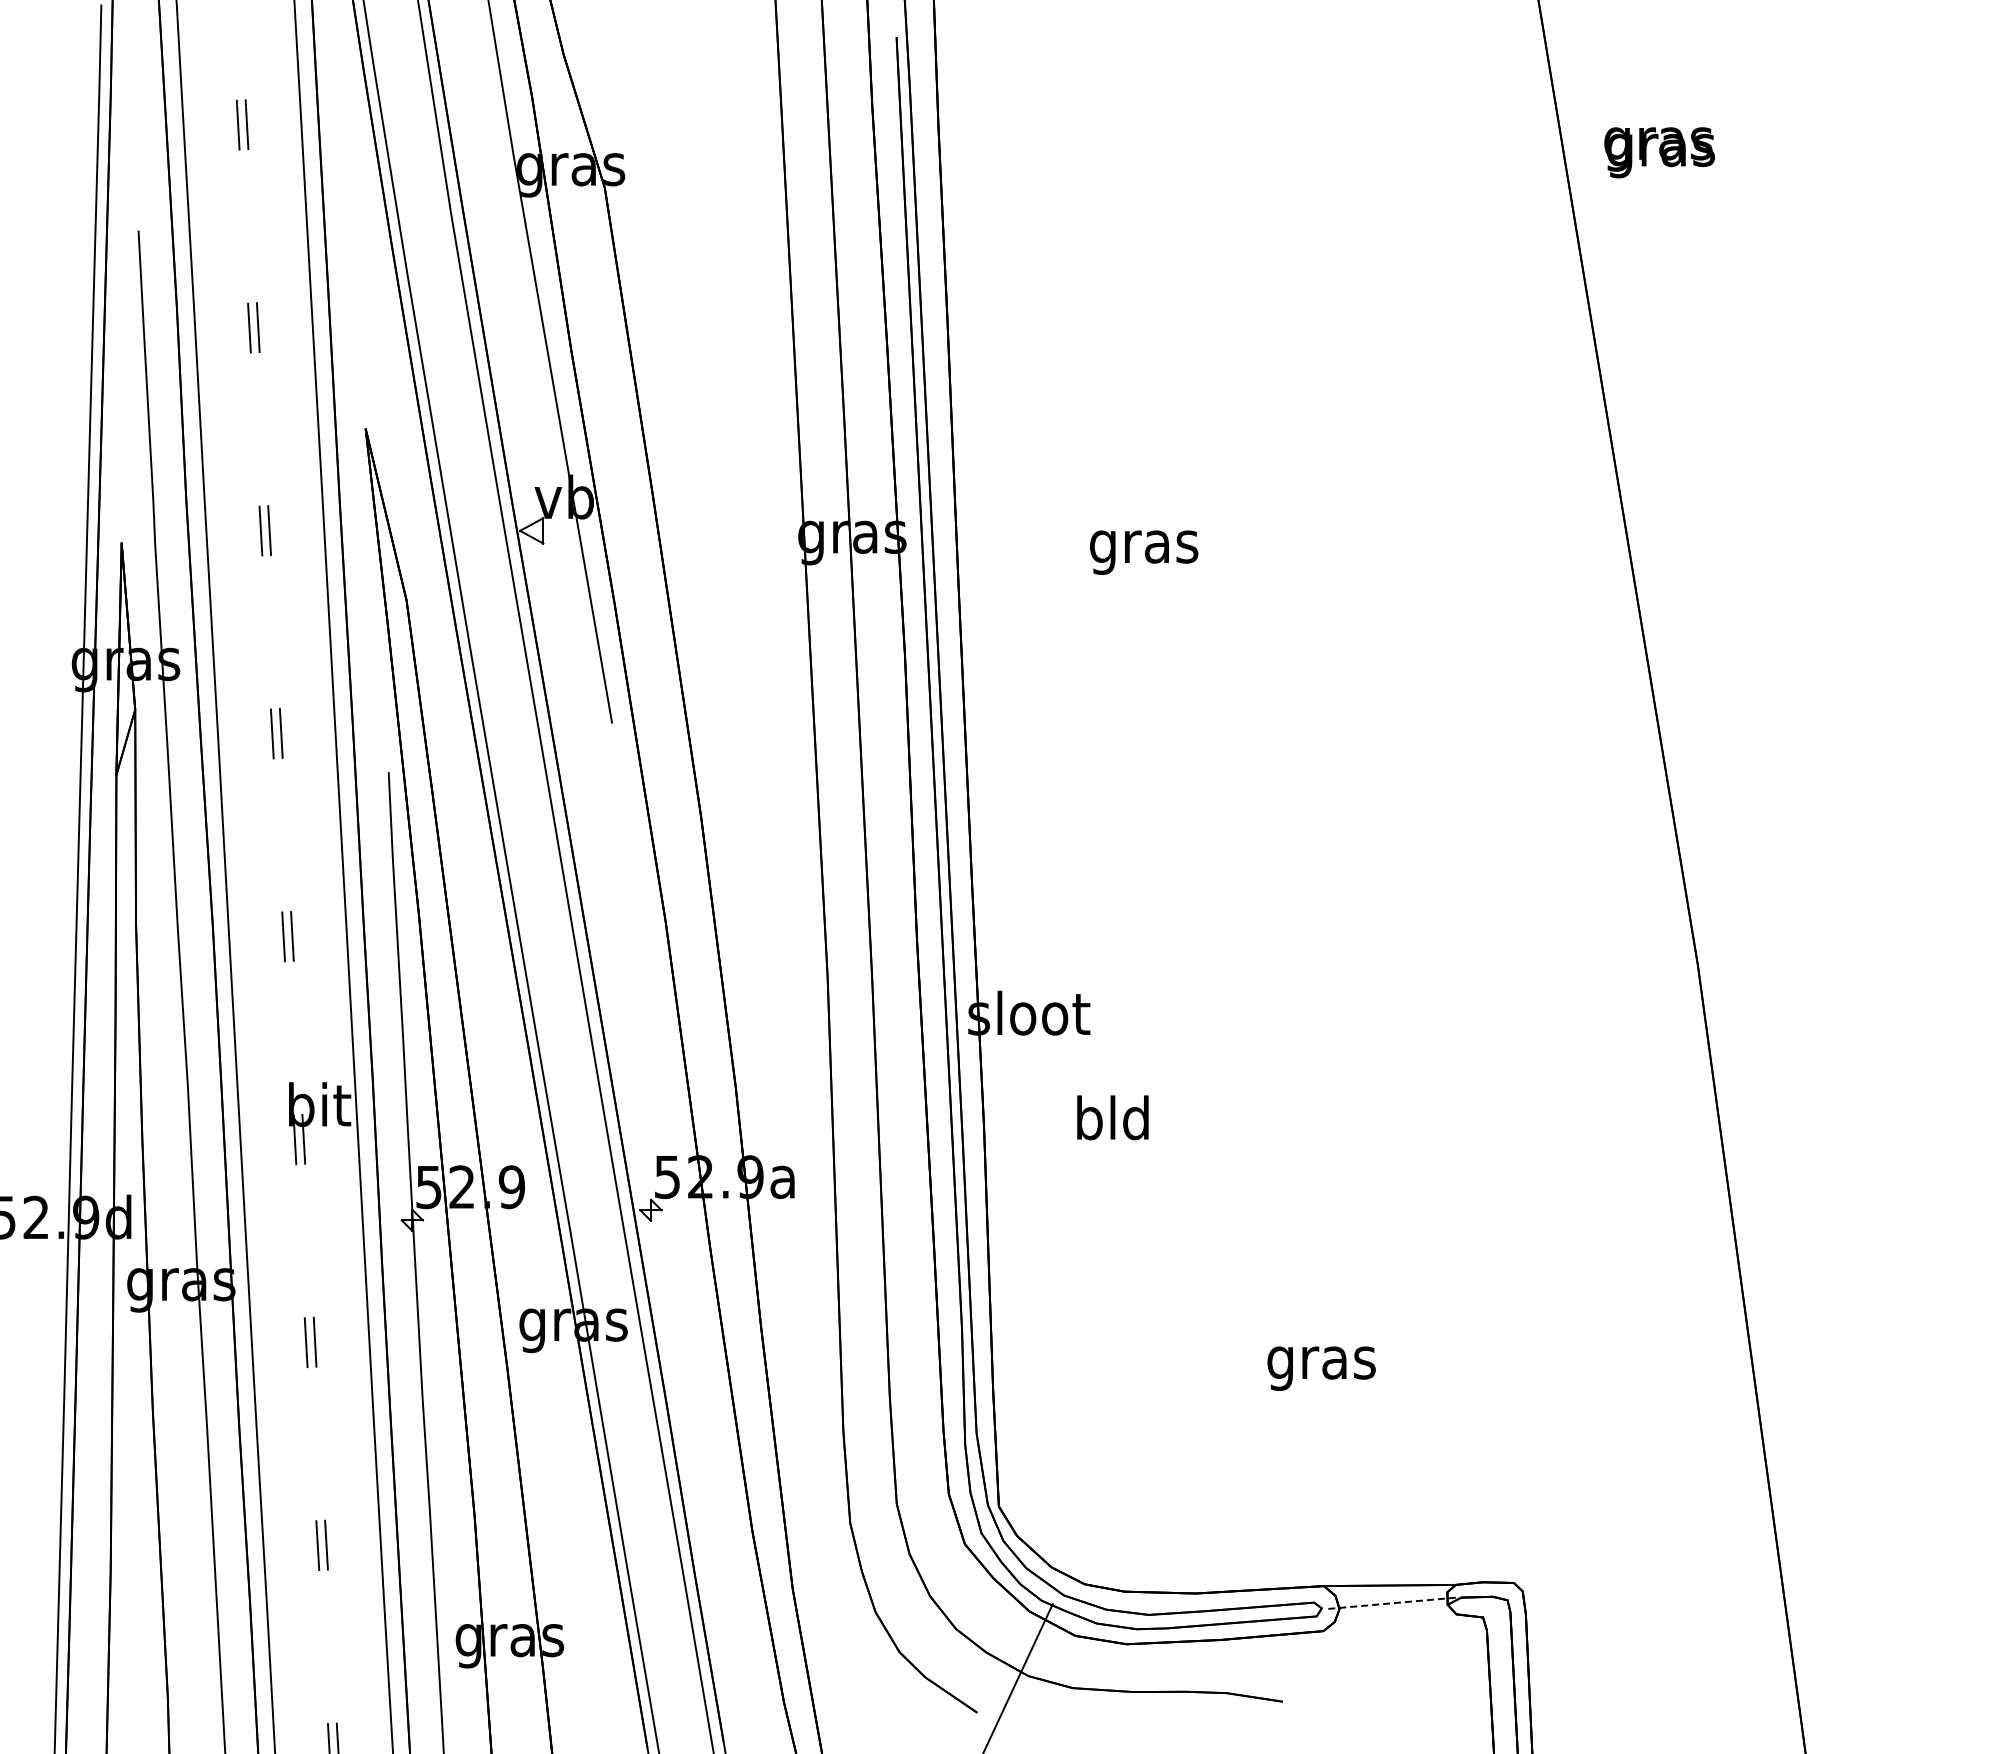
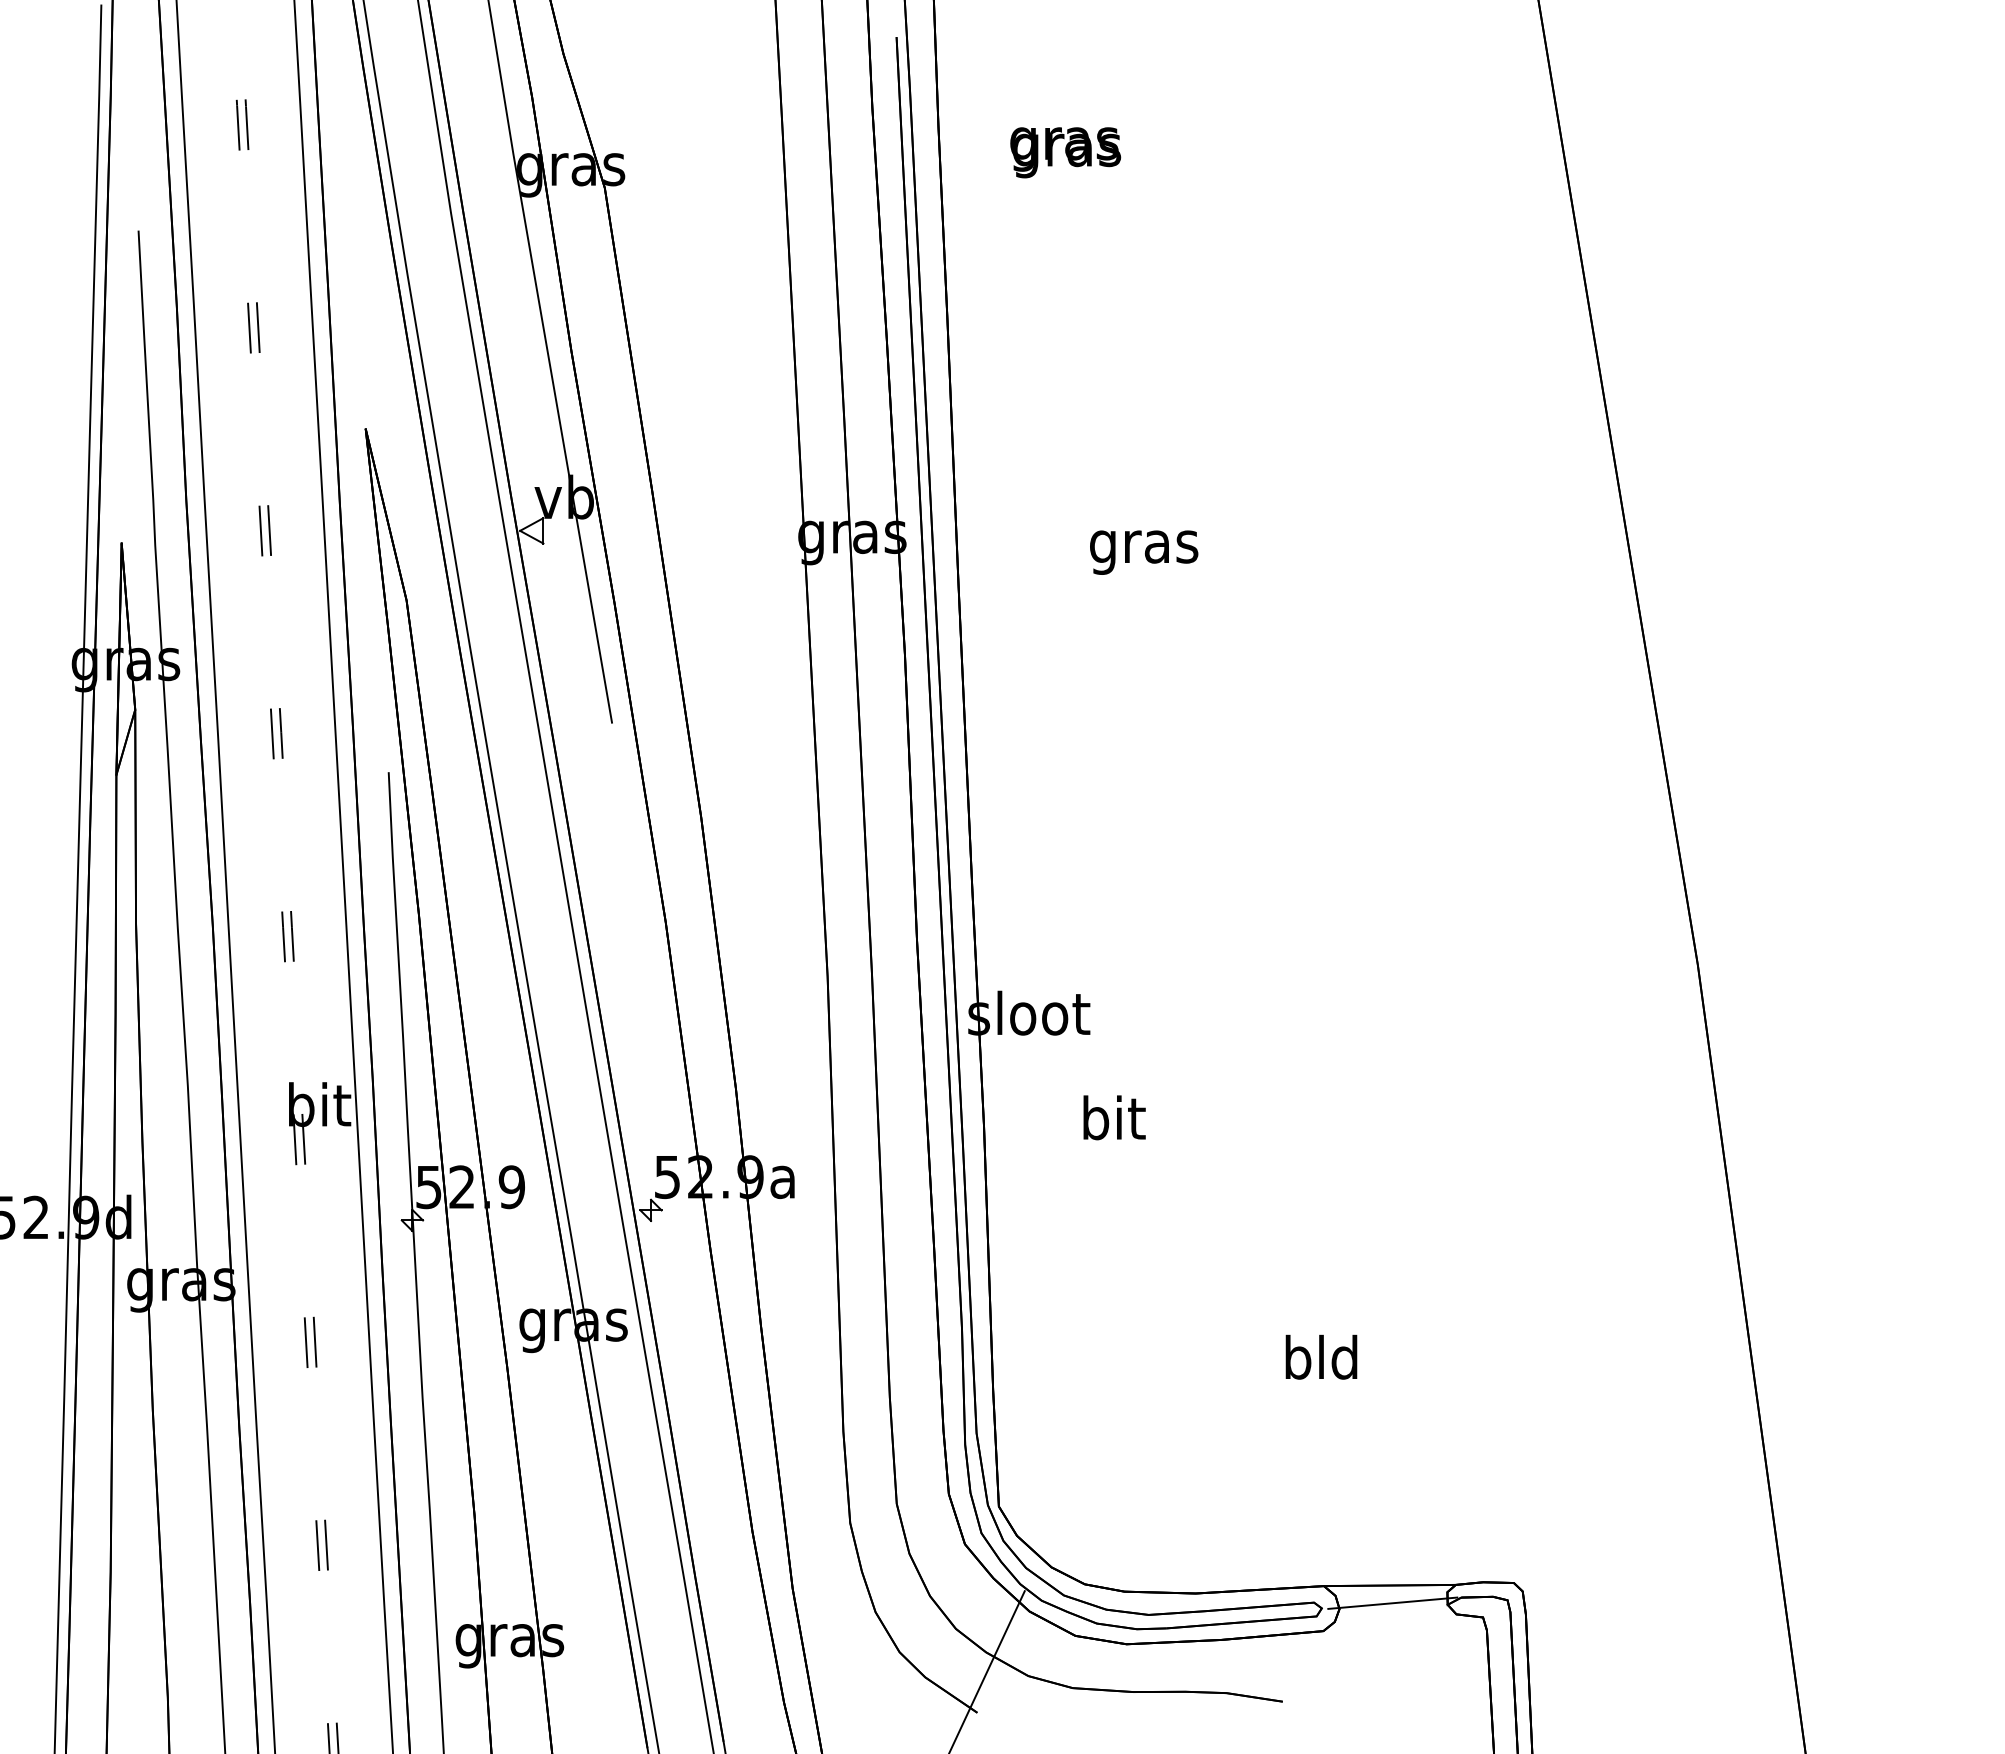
text at (1659, 152) position: (1659, 152) -> (1065, 152)
text at (1112, 1117): bld -> bit
text at (1321, 1362): gras -> bld
line at (1392, 1603): dashed -> solid
line at (1018, 1677) position: (1018, 1677) -> (987, 1670)
